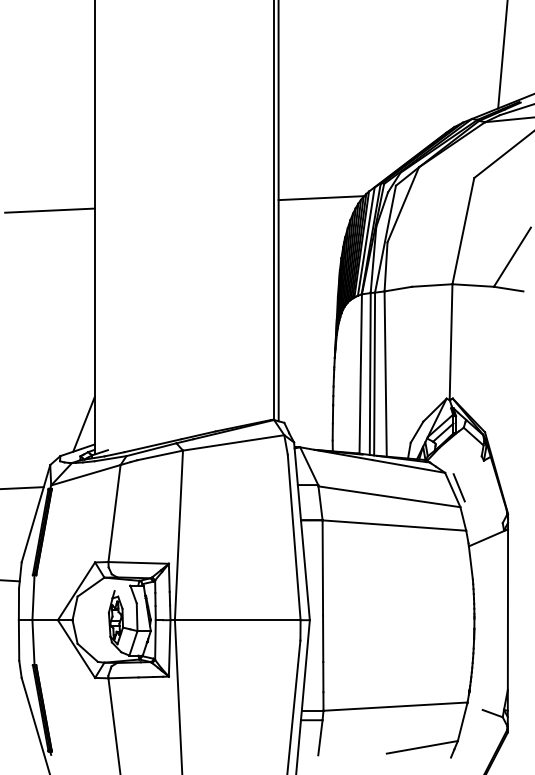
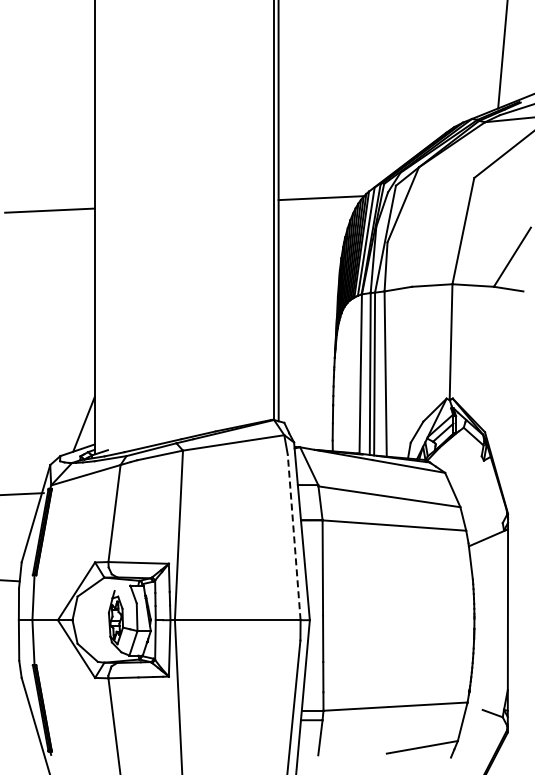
line at (458, 487): present -> none
line at (22, 488) position: (22, 488) -> (22, 494)
line at (294, 537): solid -> dashed
